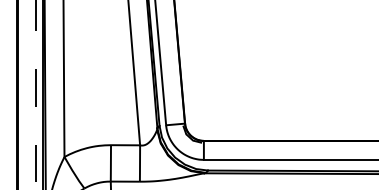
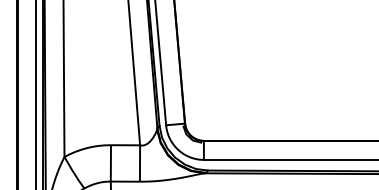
line at (36, 94): dashed -> solid
